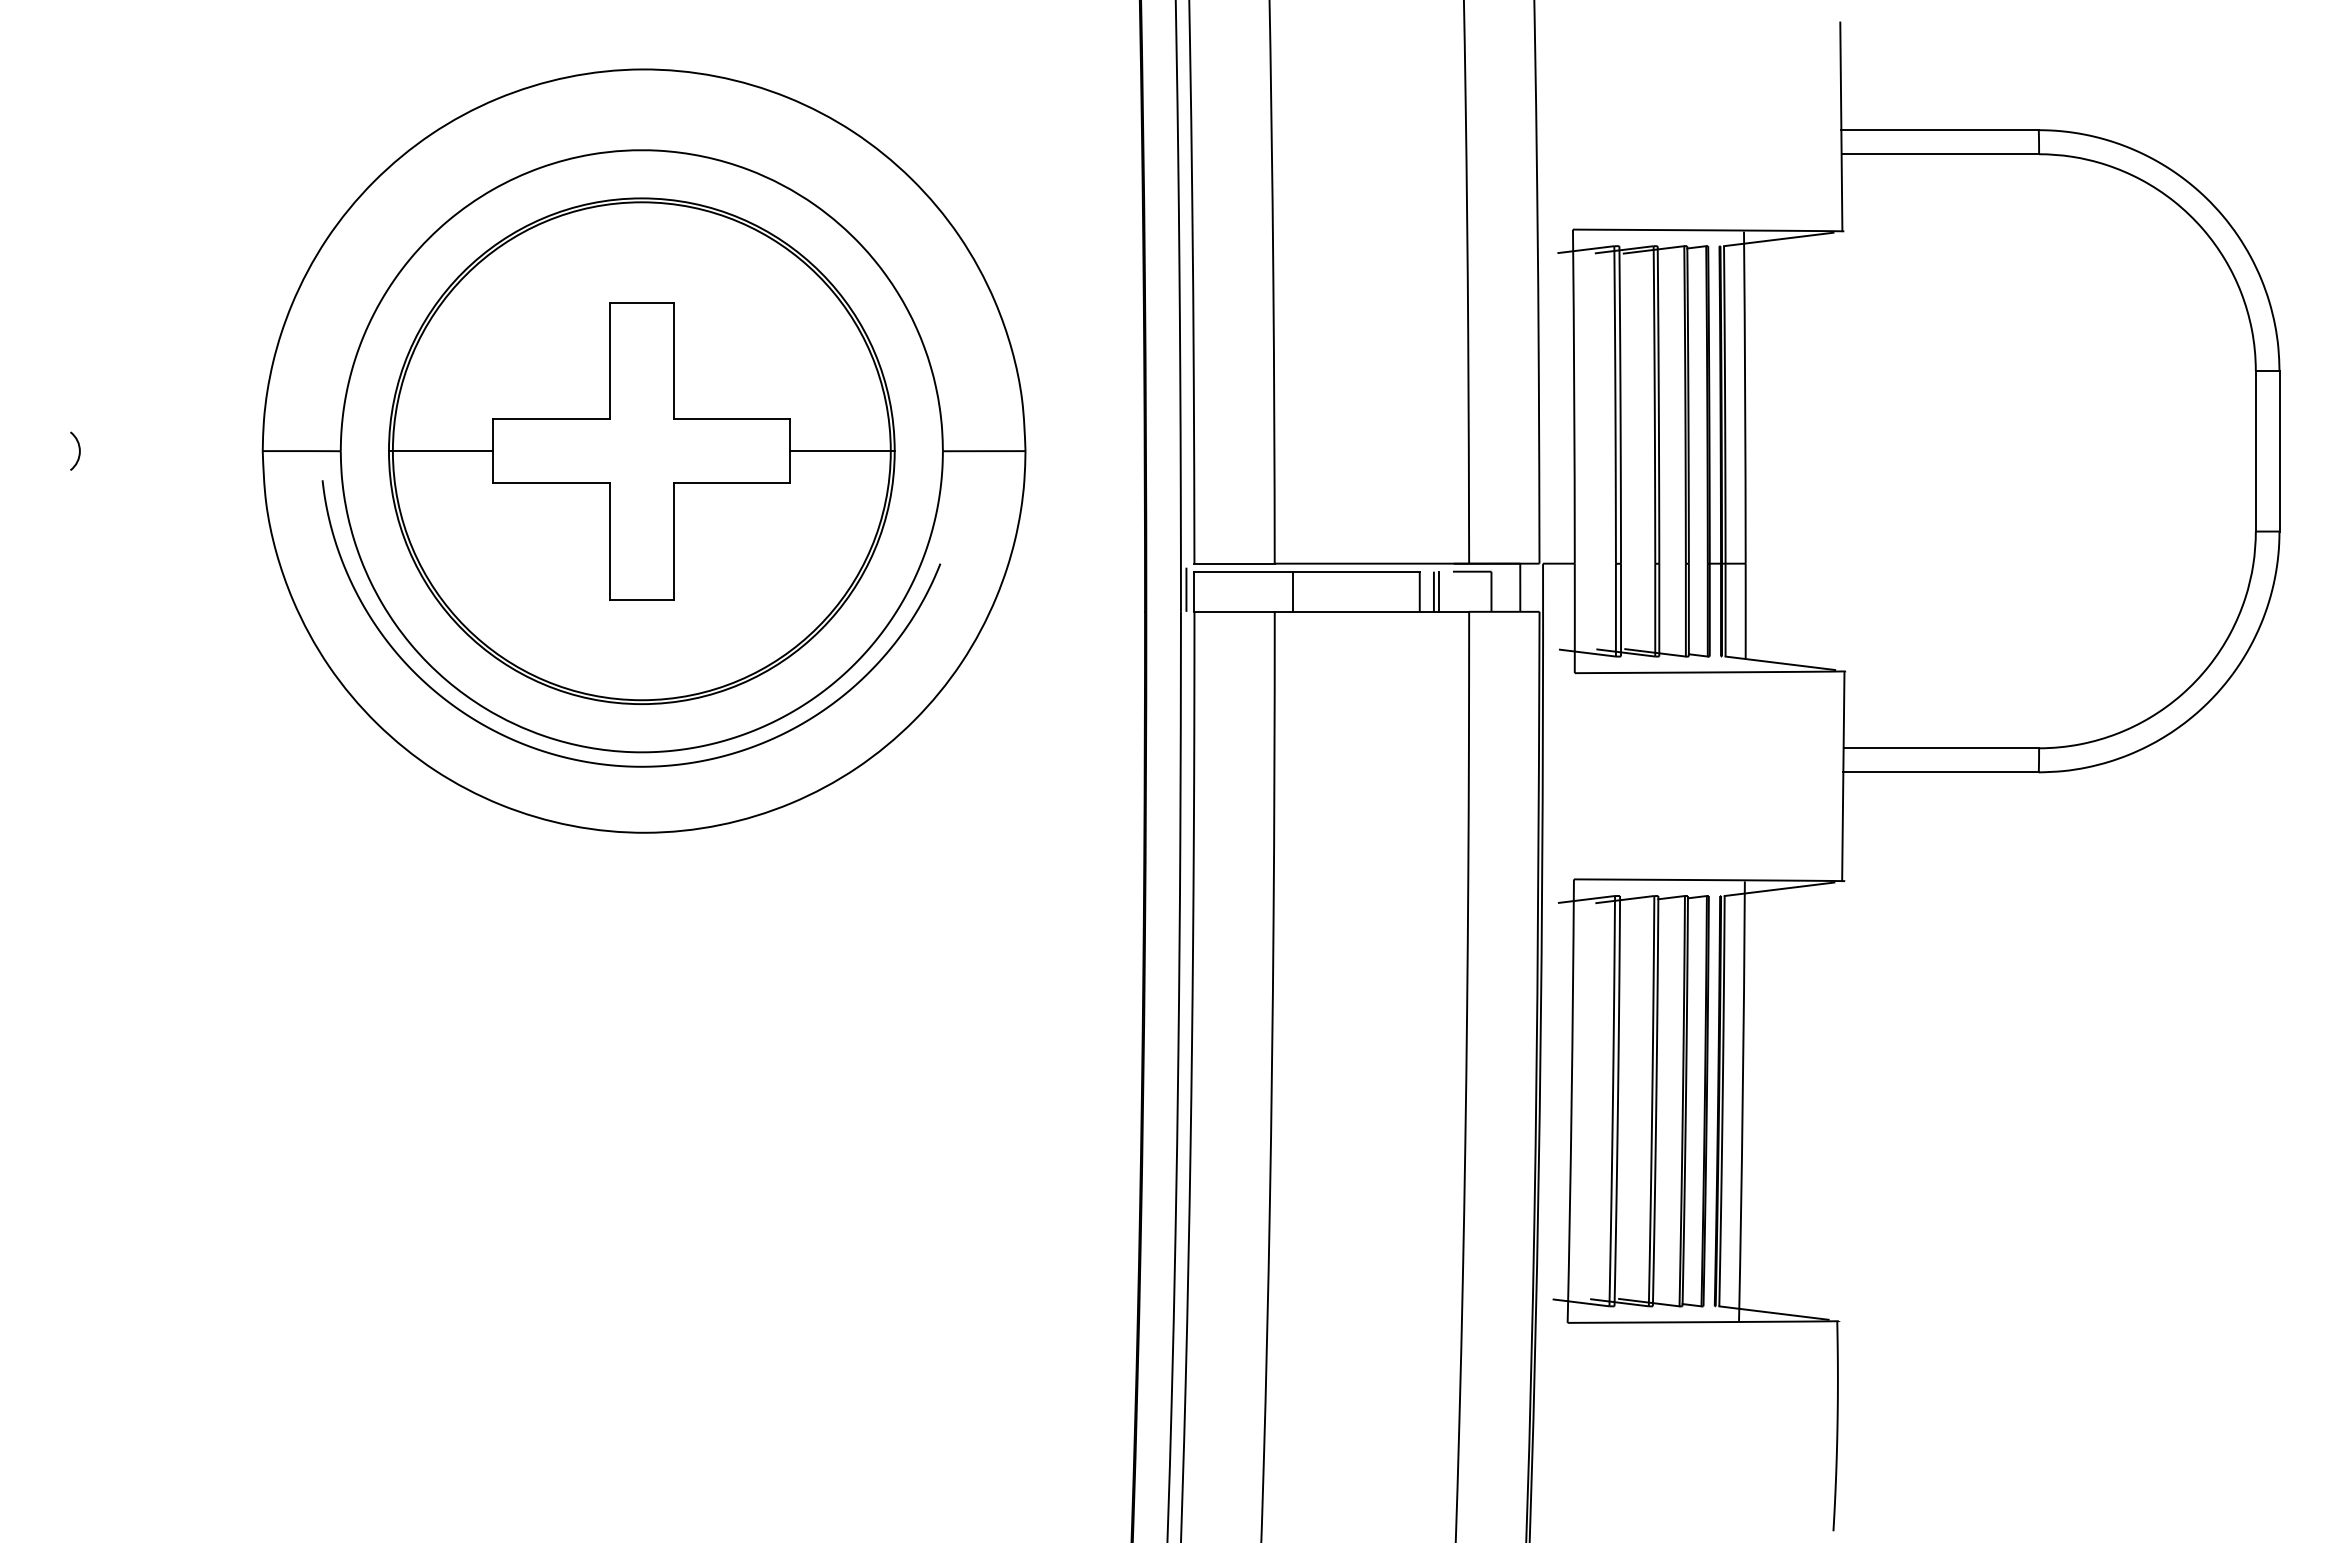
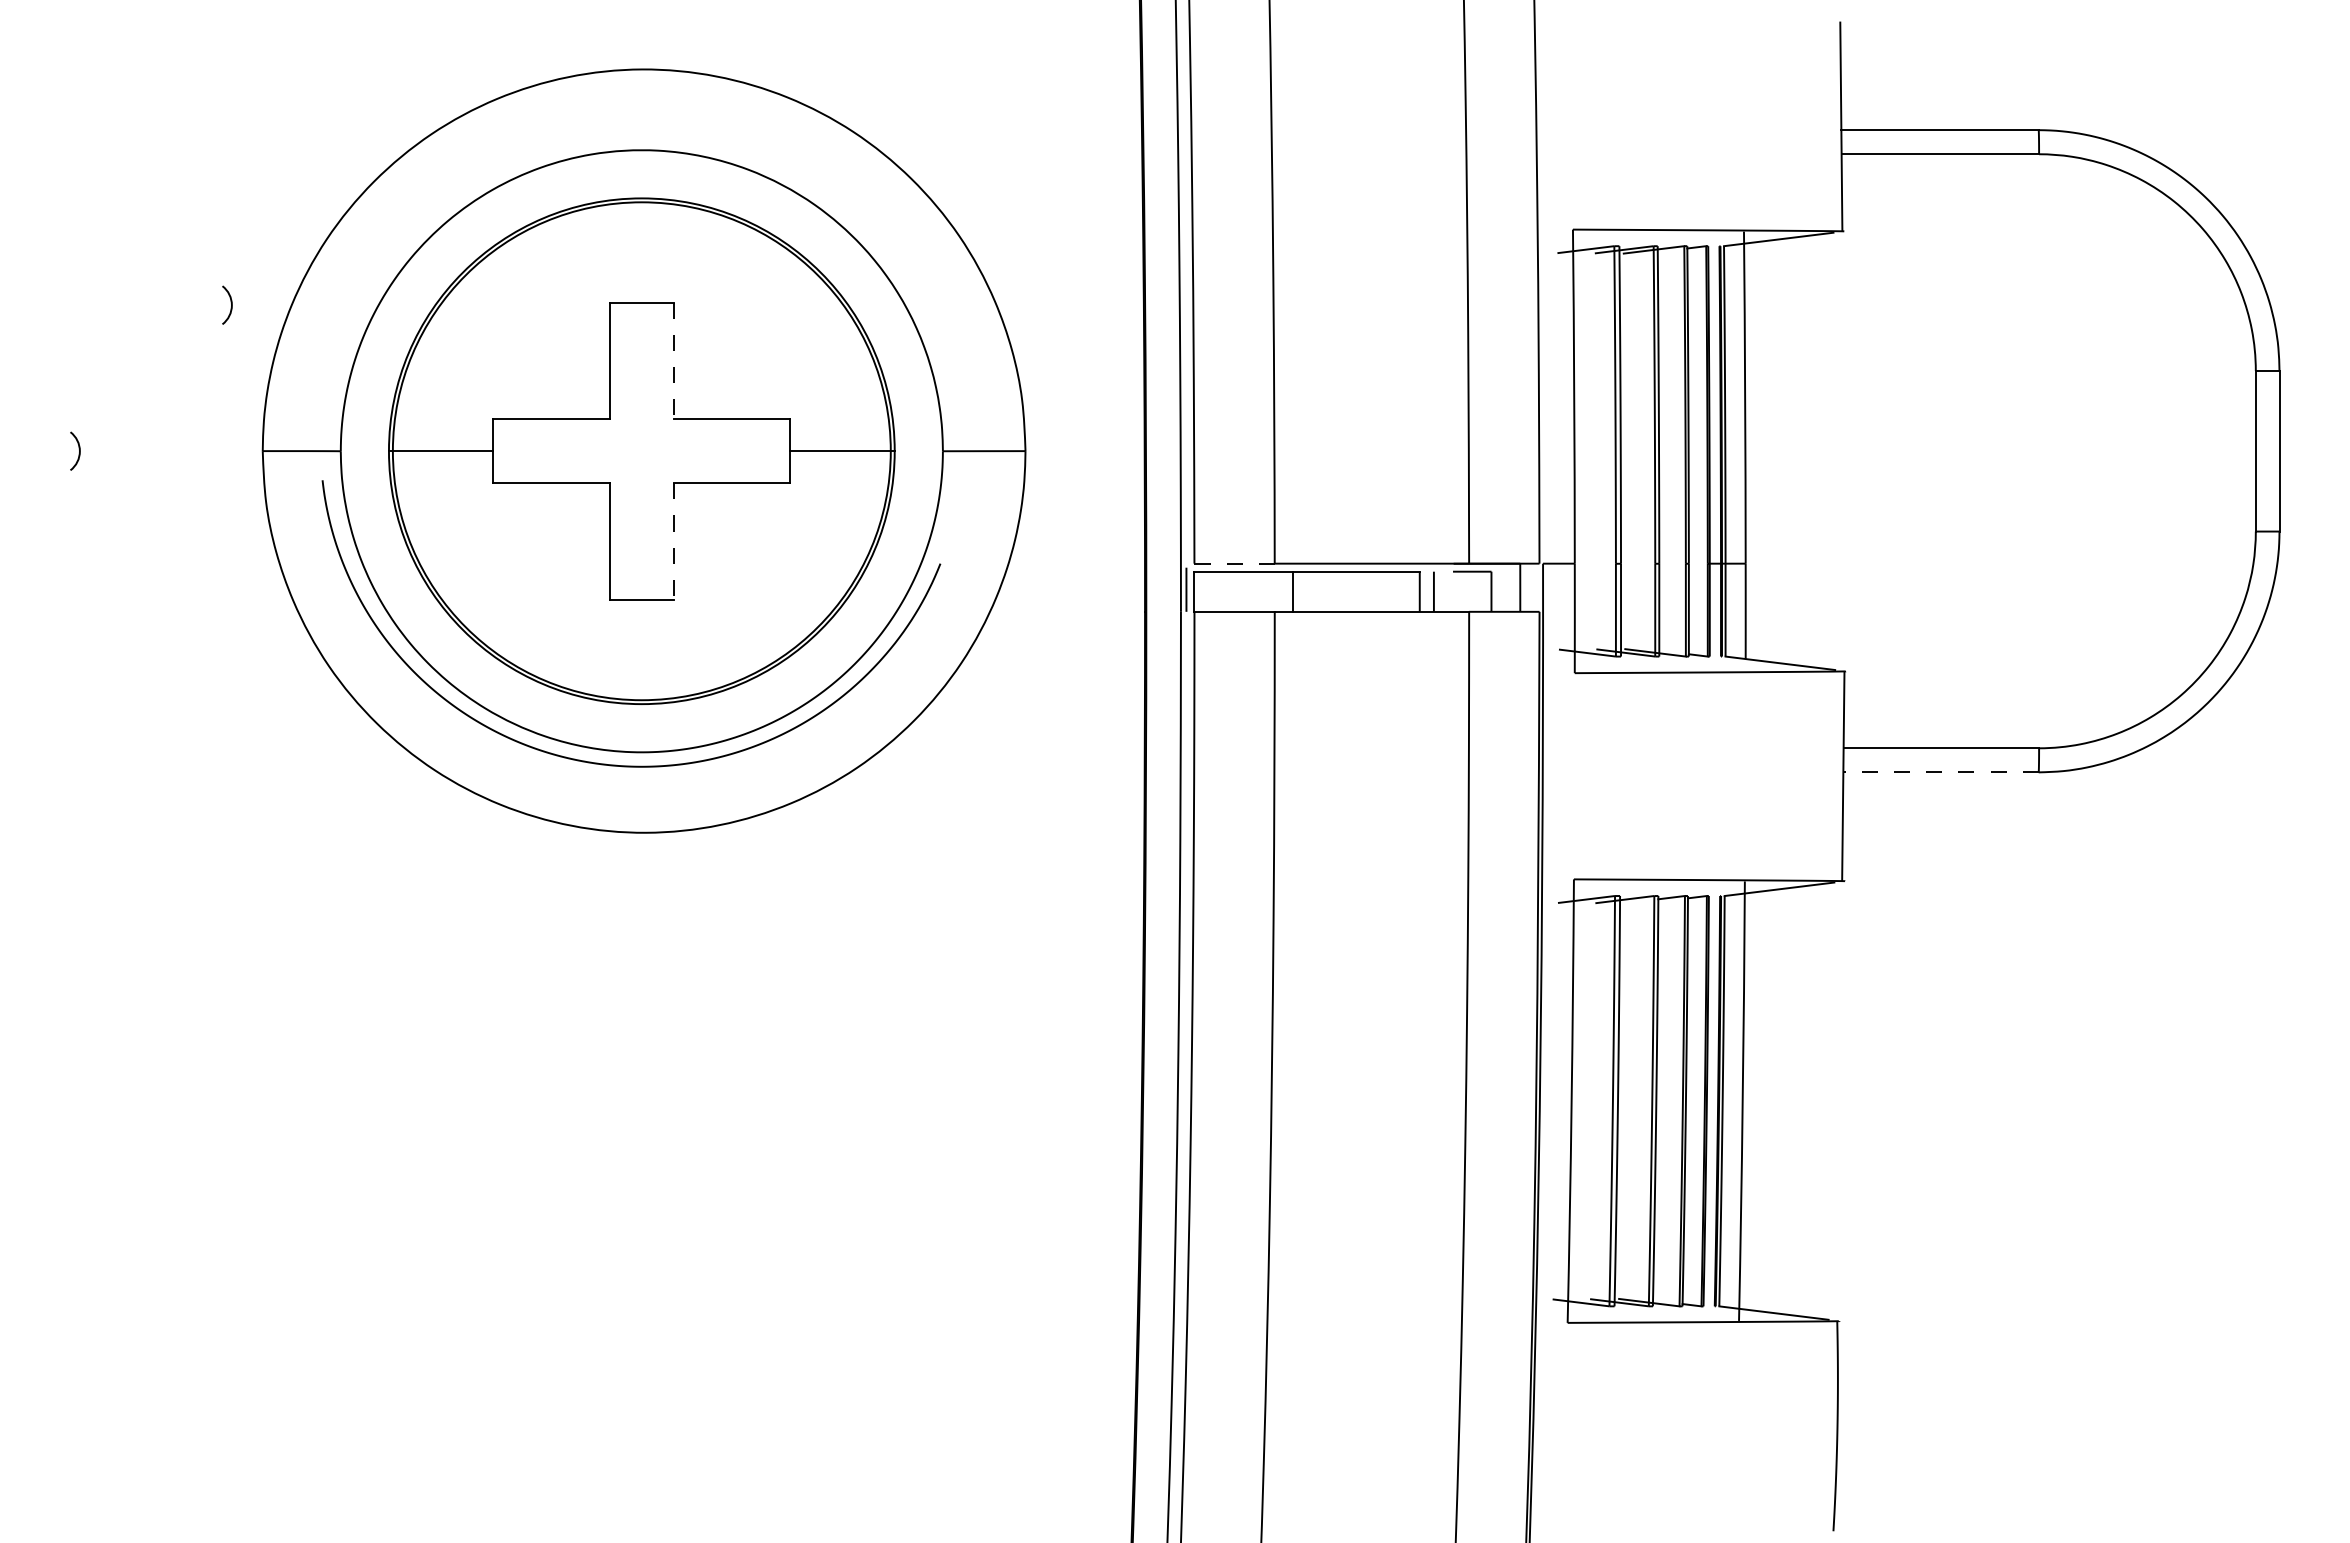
arc at (230, 302): none -> present
line at (673, 361): solid -> dashed
line at (673, 542): solid -> dashed
line at (1235, 563): solid -> dashed
line at (1438, 591): present -> none
line at (1941, 772): solid -> dashed
